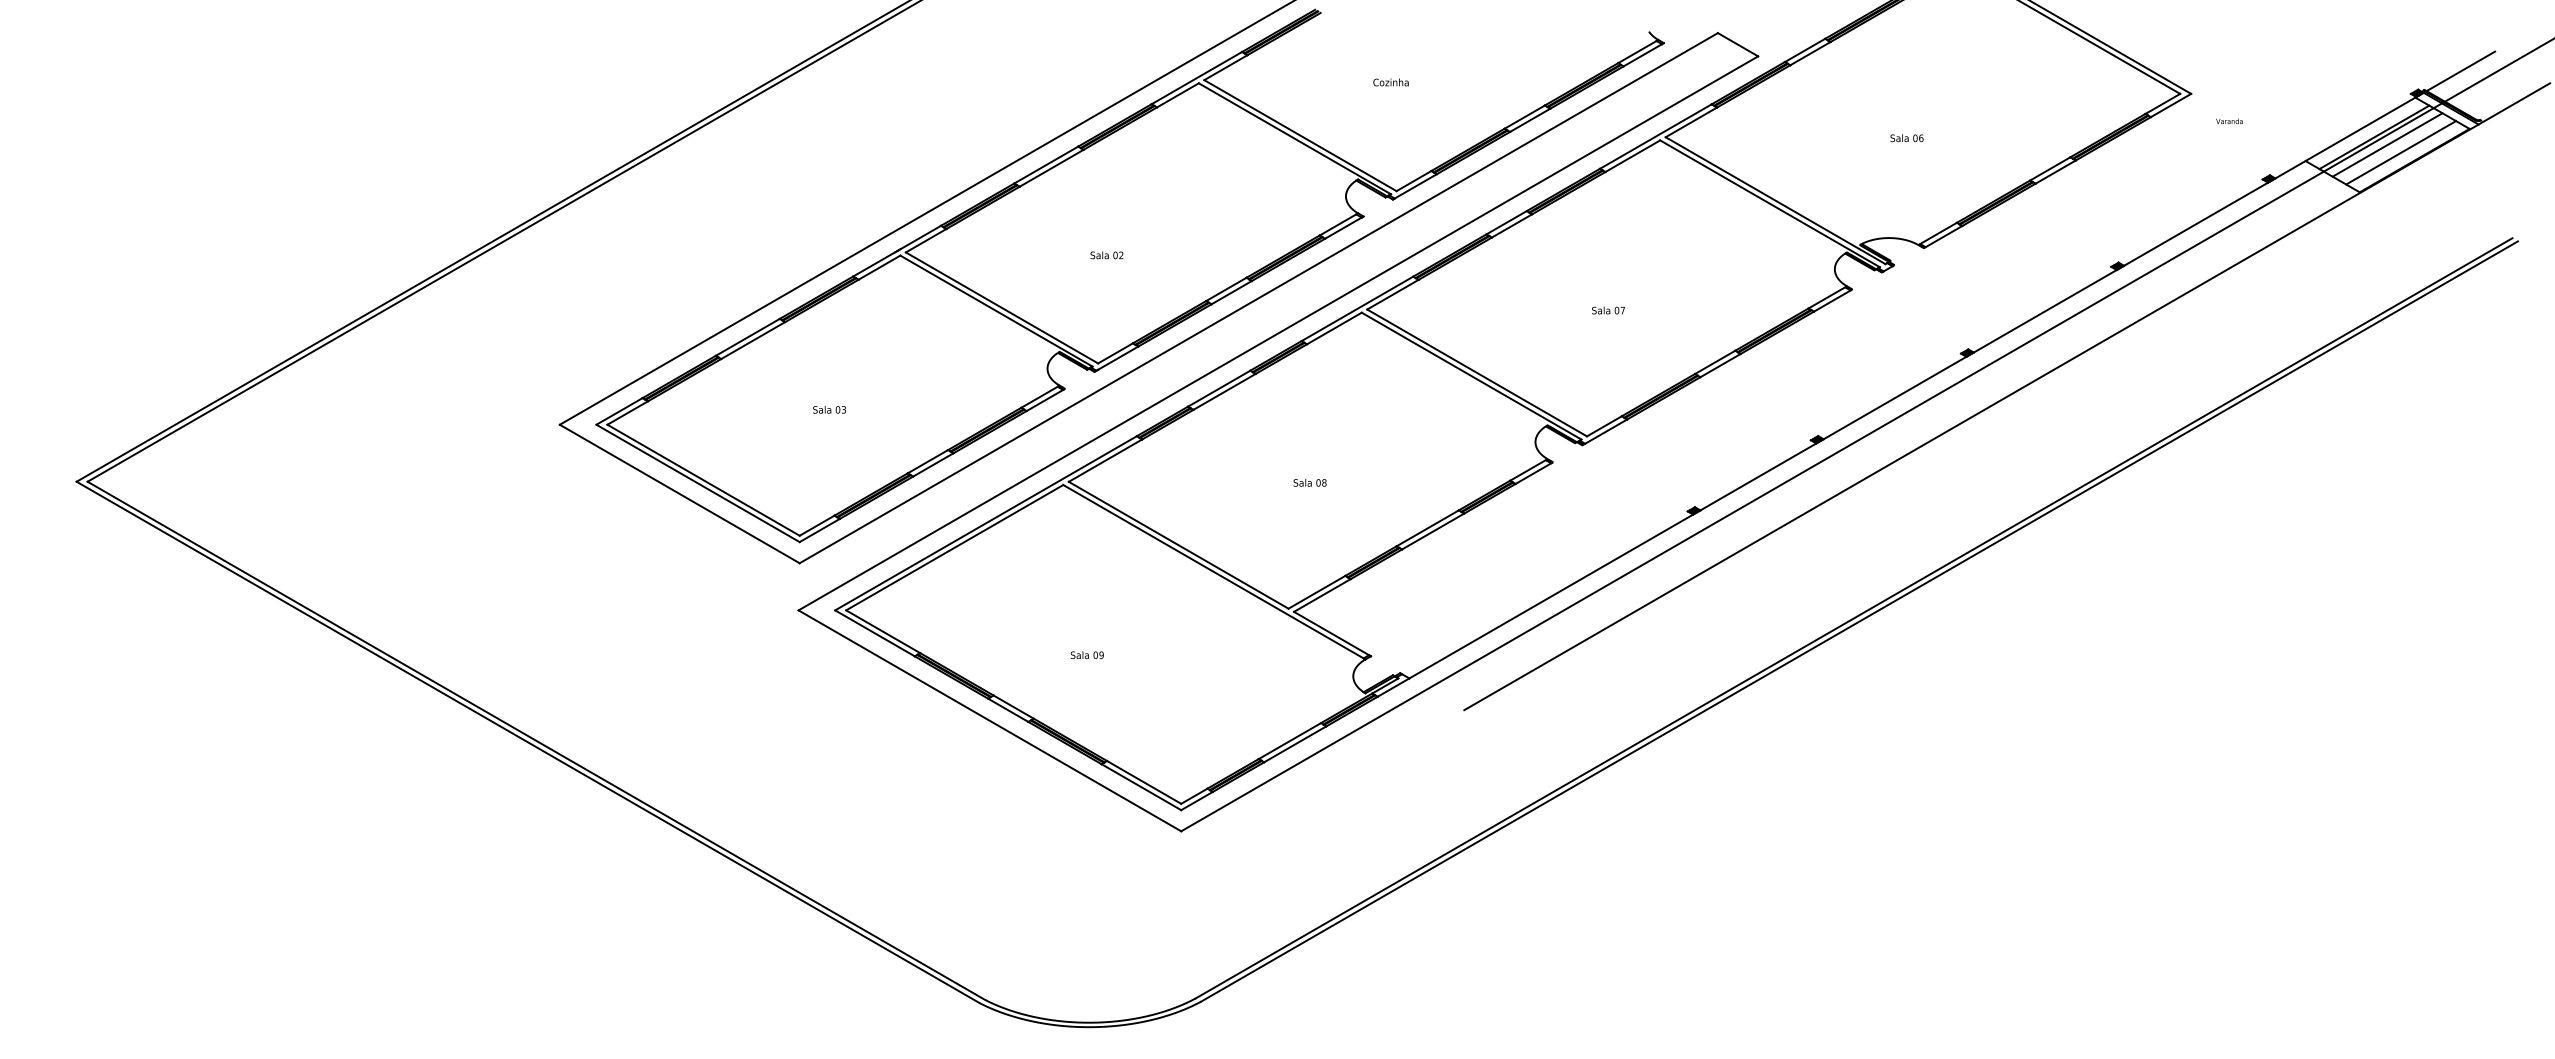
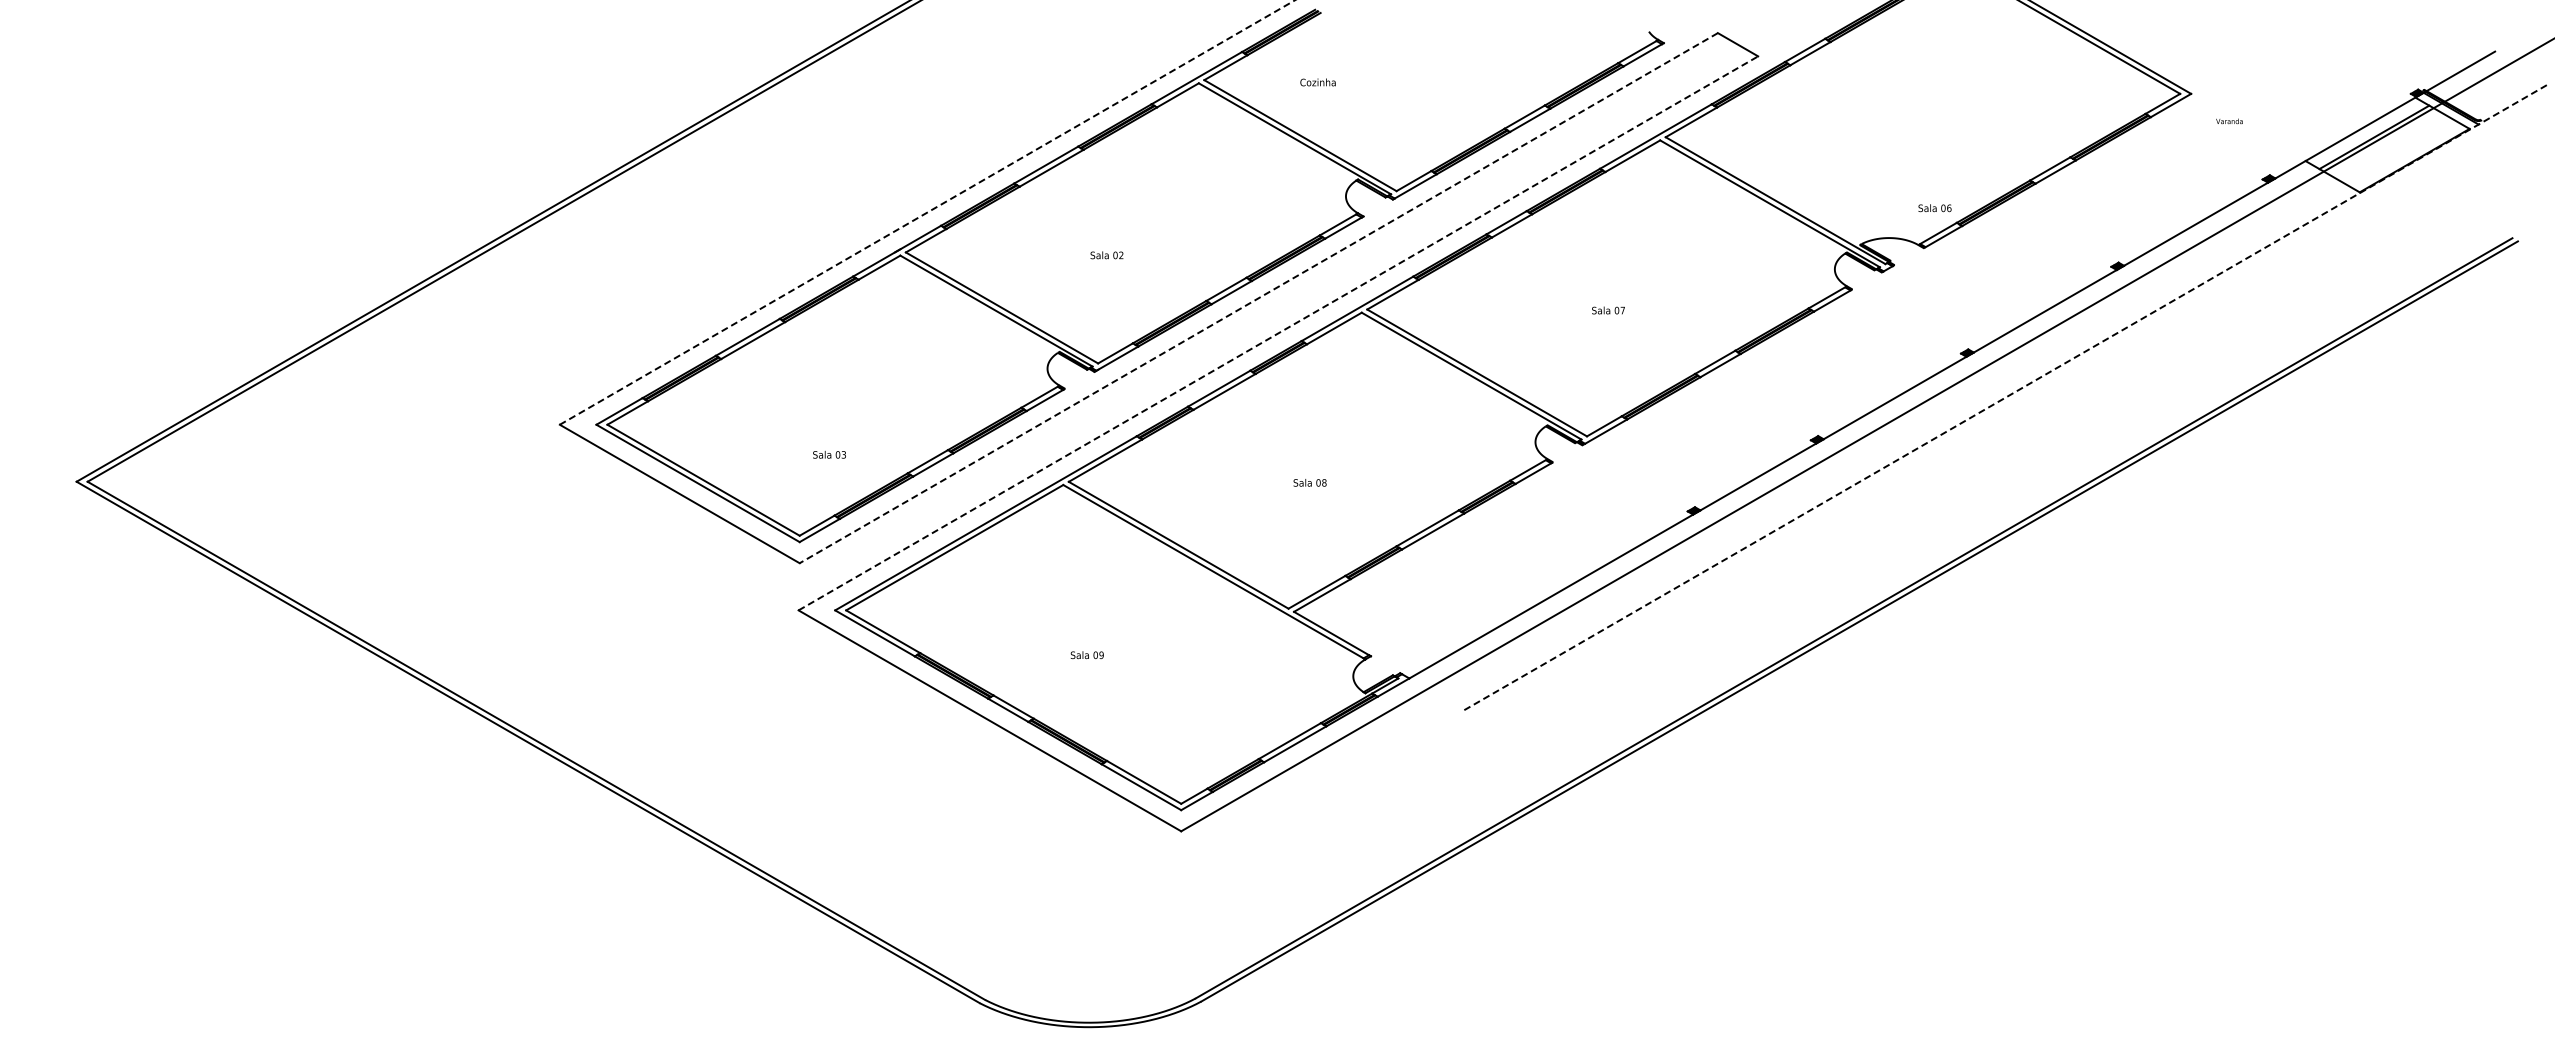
text at (1390, 82) position: (1390, 82) -> (1317, 82)
text at (1906, 138) position: (1906, 138) -> (1934, 208)
line at (2387, 144): present -> none
line at (2401, 152): present -> none
line at (927, 212): solid -> dashed
line at (1258, 298): solid -> dashed
line at (1278, 333): solid -> dashed
line at (2007, 396): solid -> dashed
text at (829, 409) position: (829, 409) -> (829, 454)
